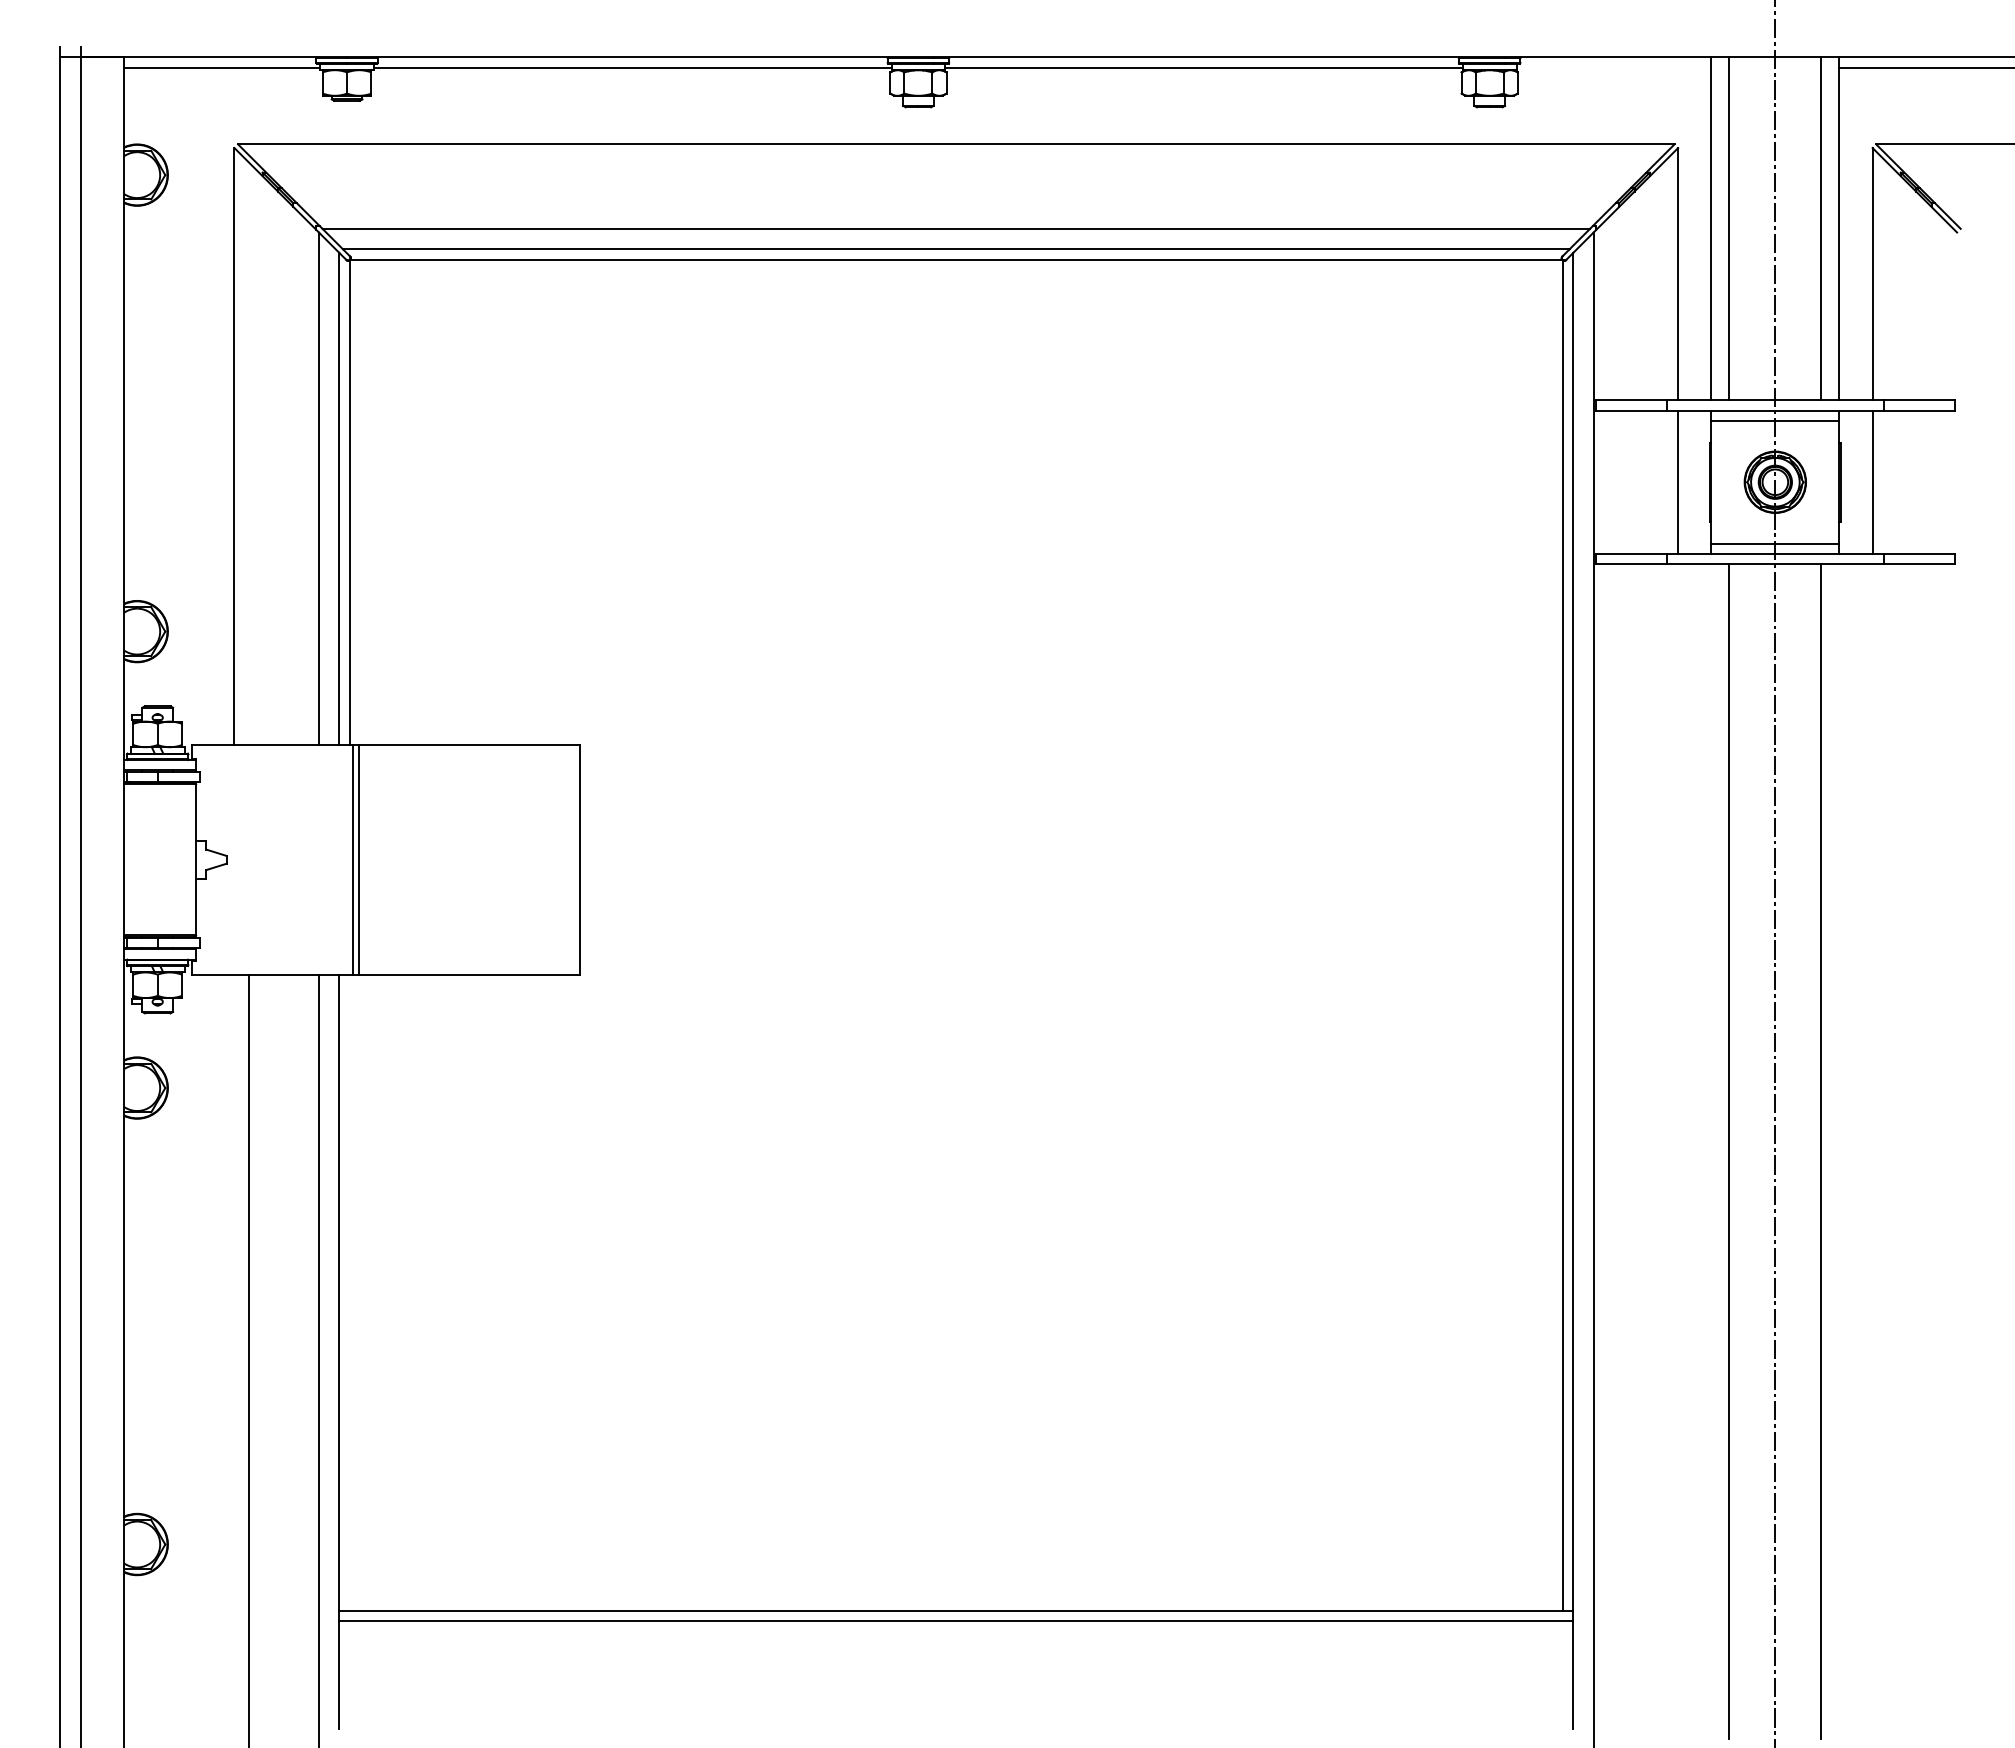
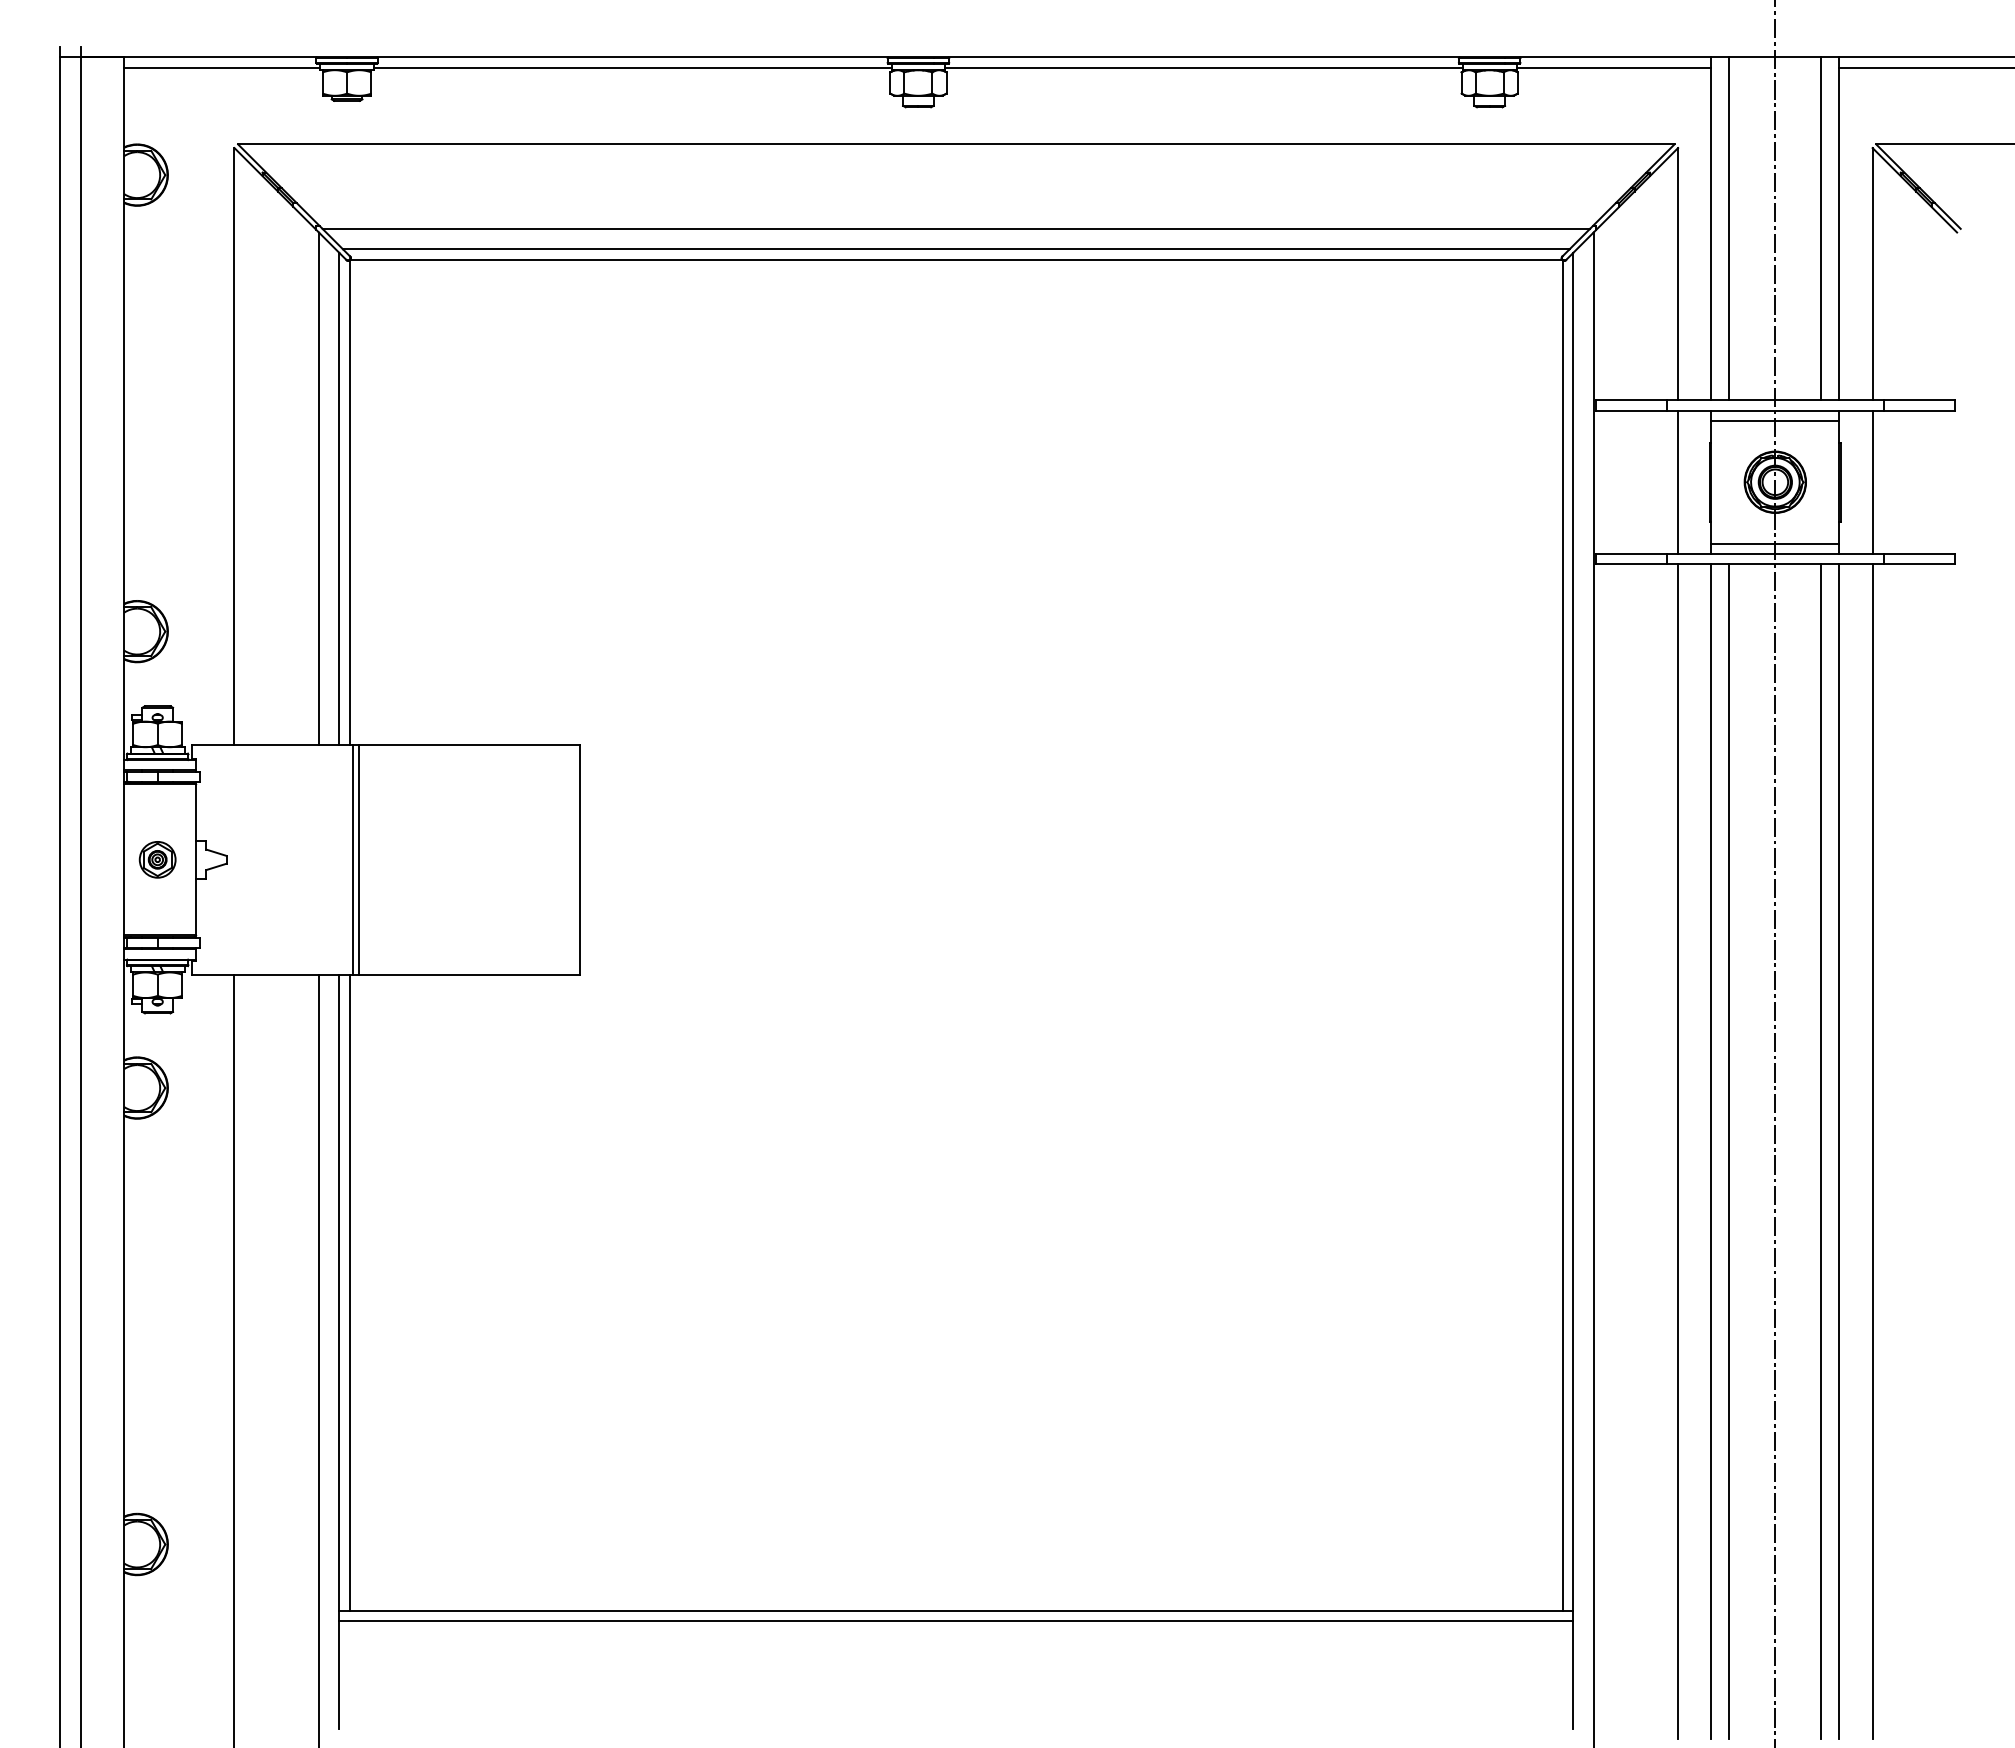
line at (1613, 67): none -> present
part at (157, 859): none -> present
line at (1678, 1151): none -> present
line at (1711, 1151): none -> present
line at (1839, 1151): none -> present
line at (1872, 1151): none -> present
line at (349, 1293): none -> present
line at (249, 1359) position: (249, 1359) -> (234, 1359)
